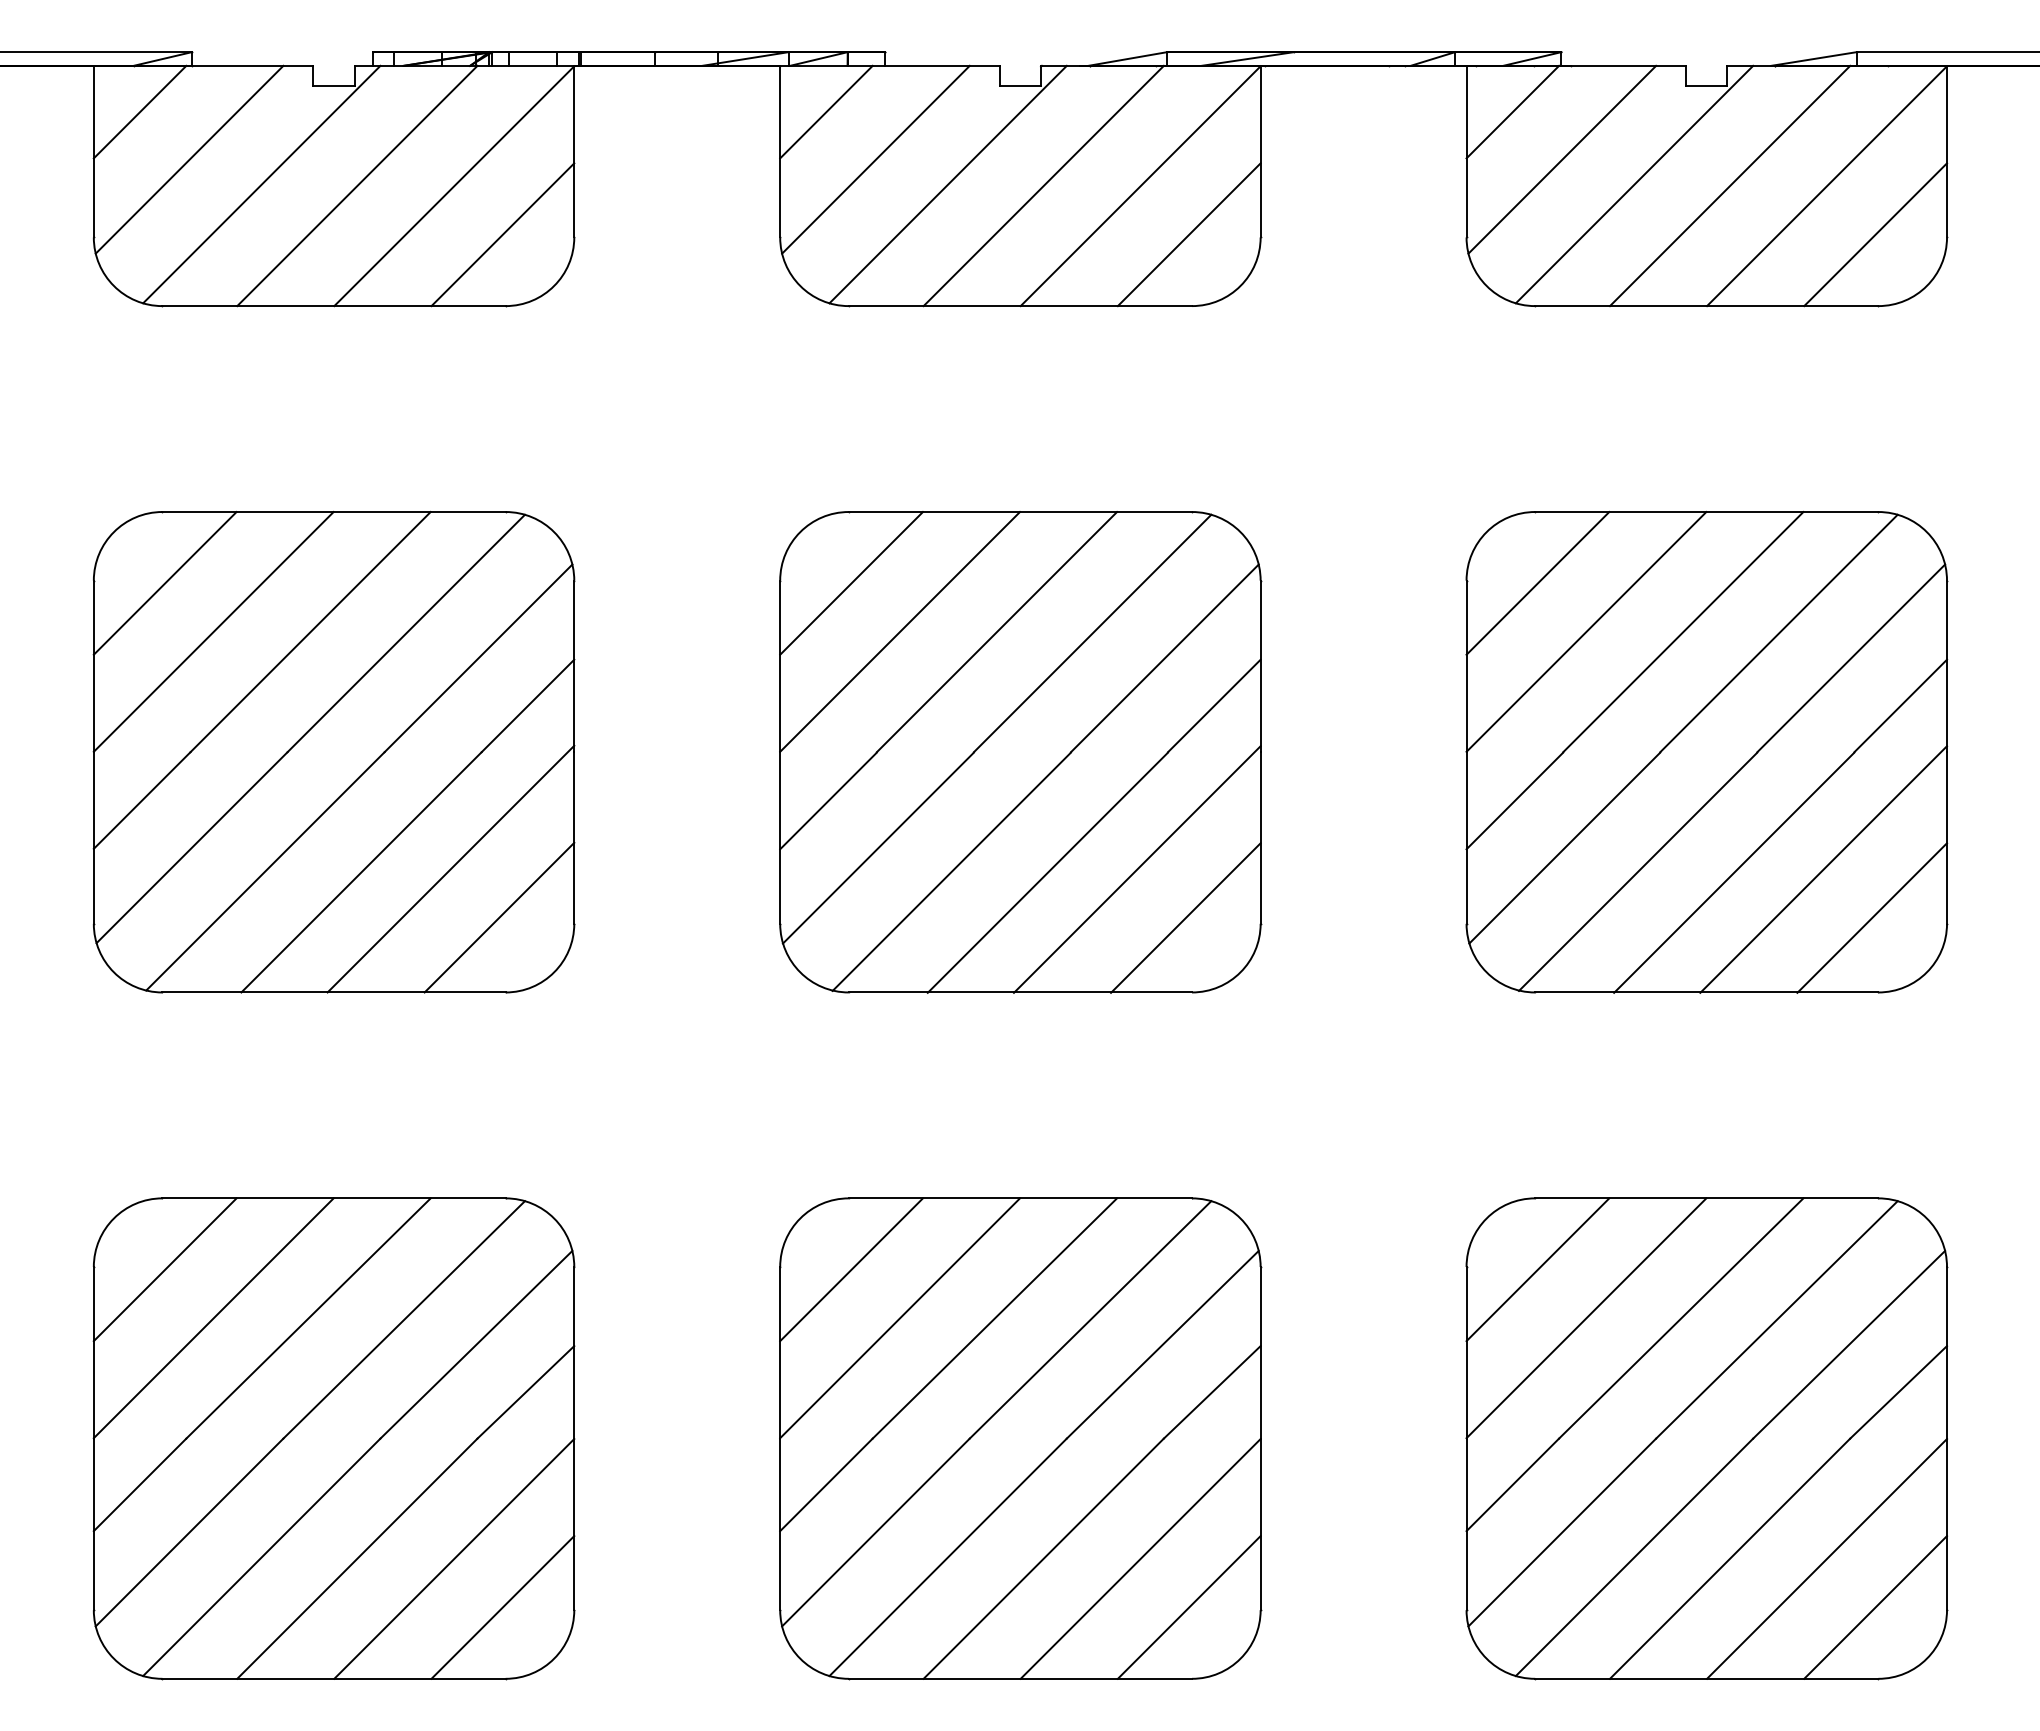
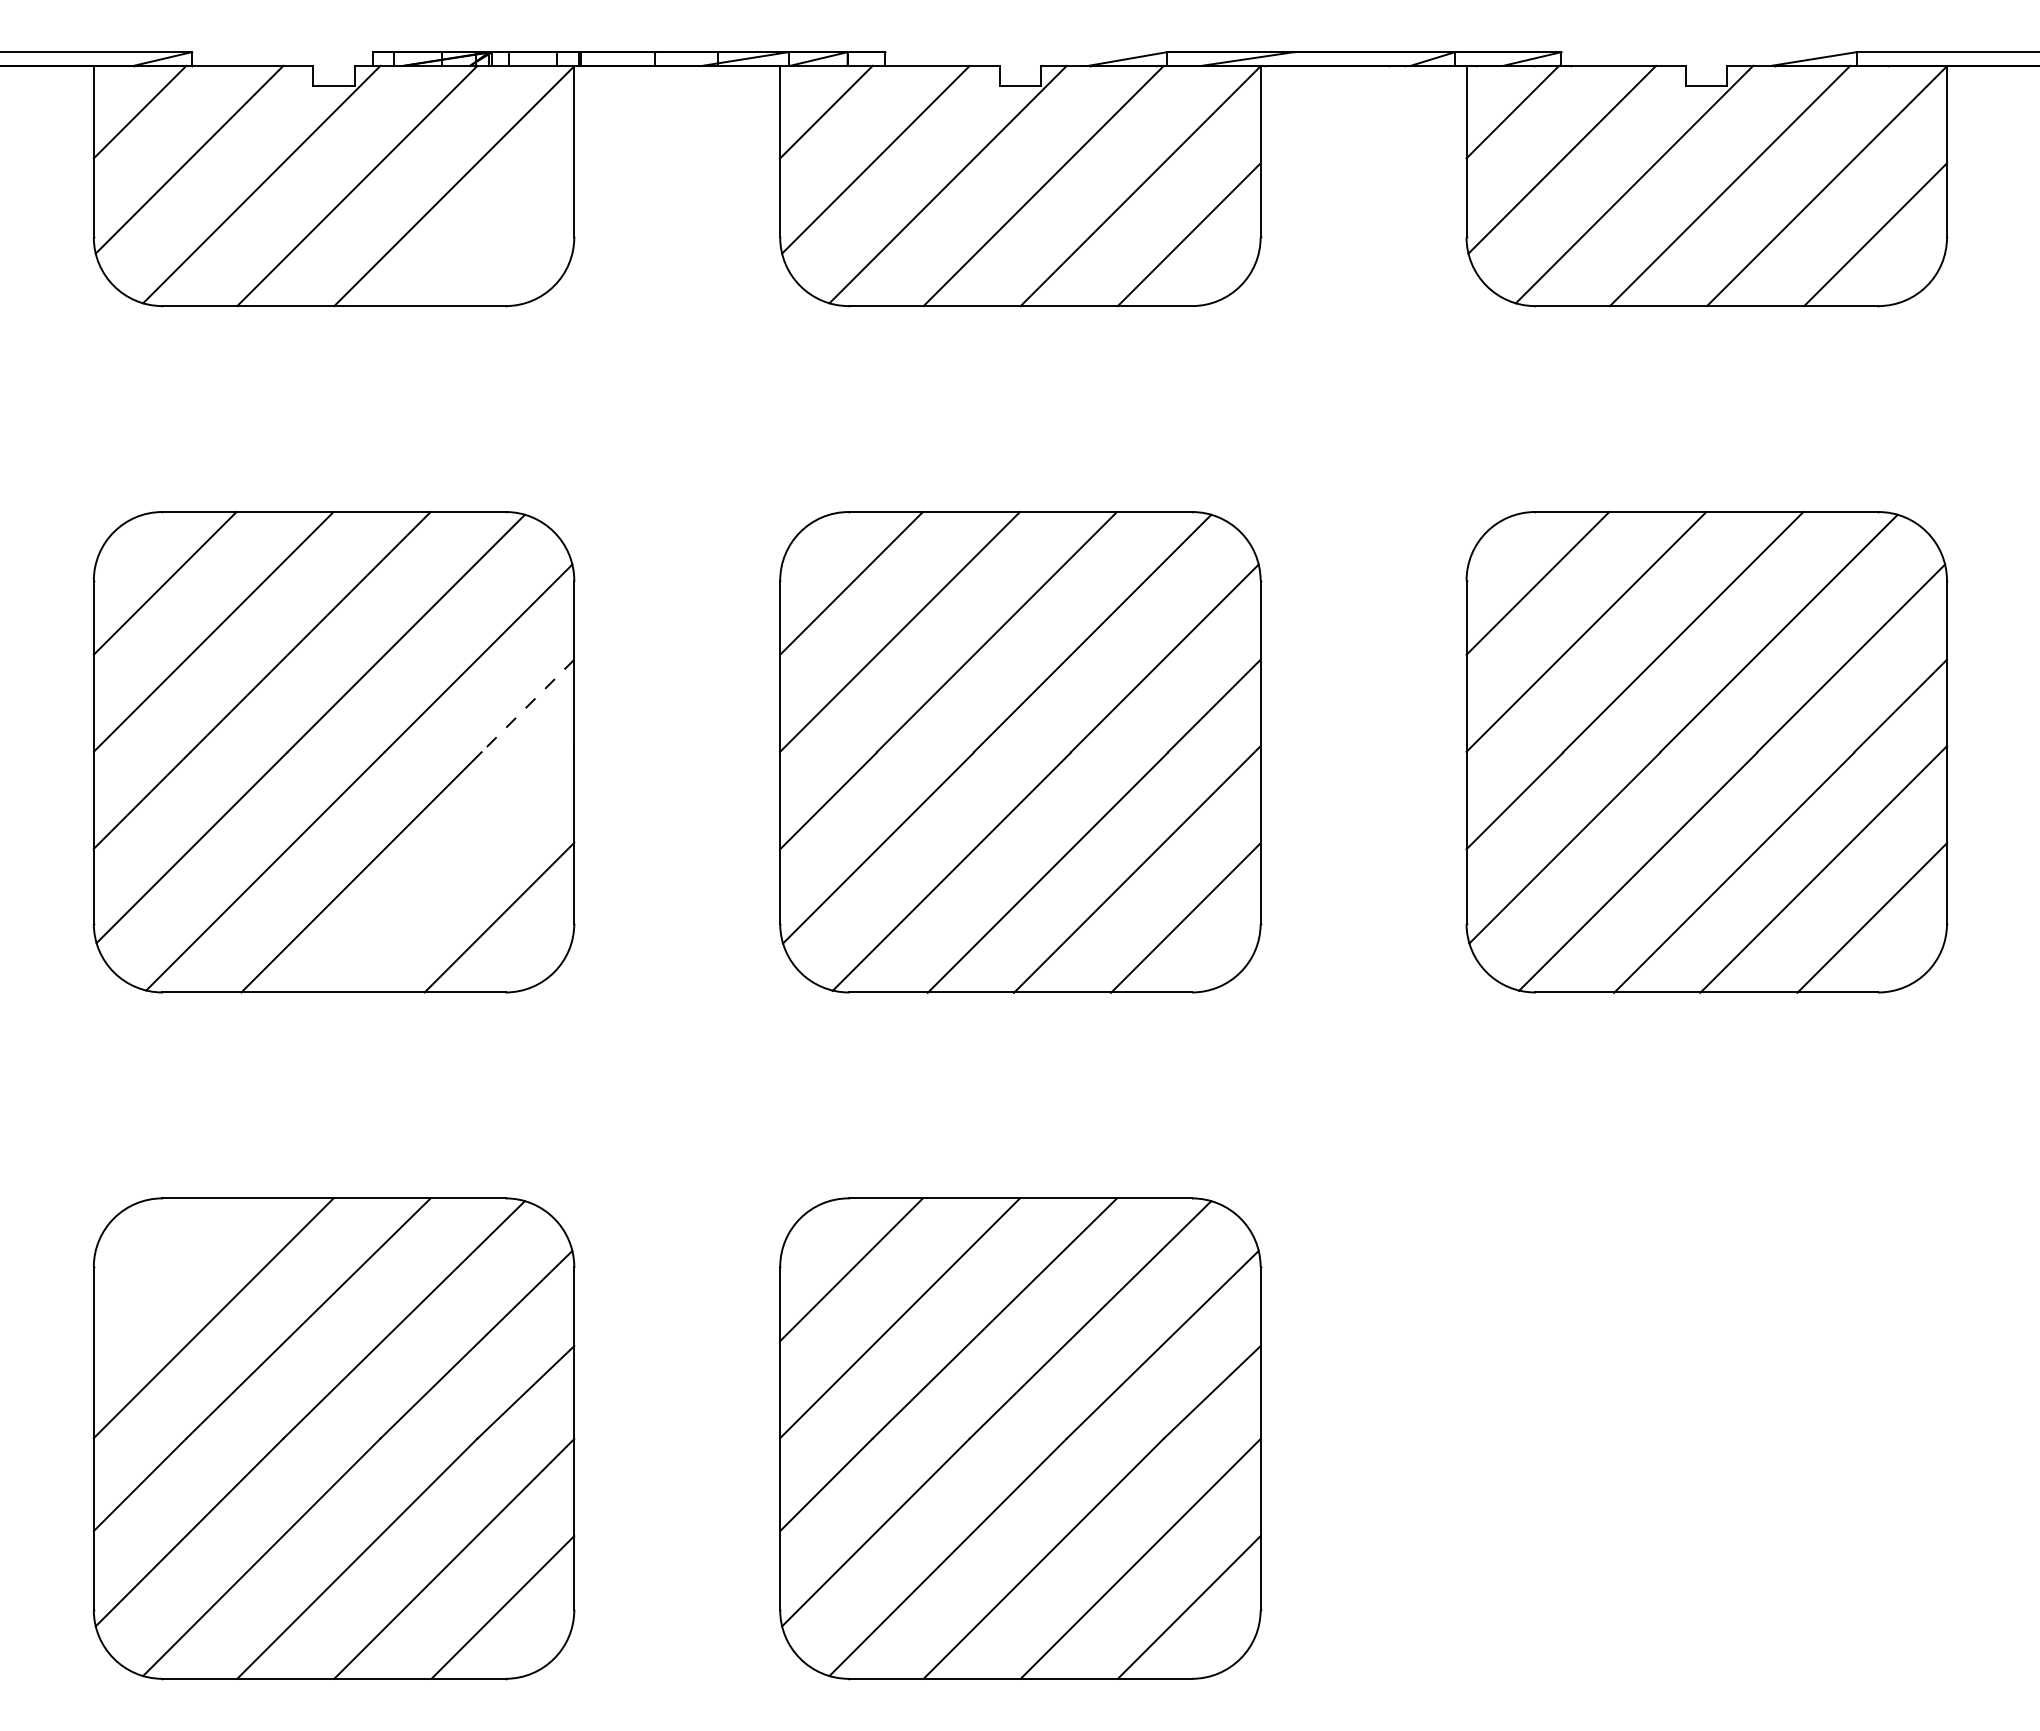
line at (502, 234): present -> none
line at (527, 706): solid -> dashed
line at (450, 868): present -> none
line at (164, 1269): present -> none
part at (1706, 1438): present -> none
